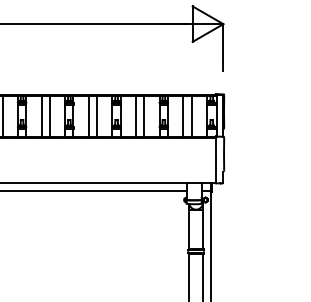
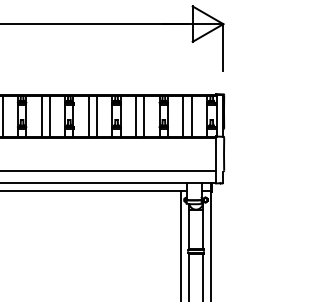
line at (109, 170): none -> present
line at (181, 244): none -> present
